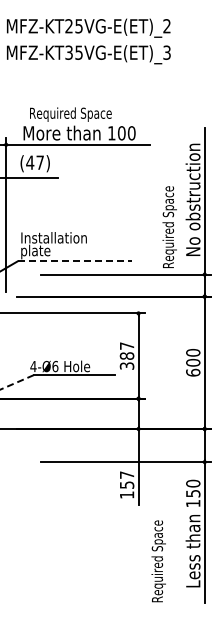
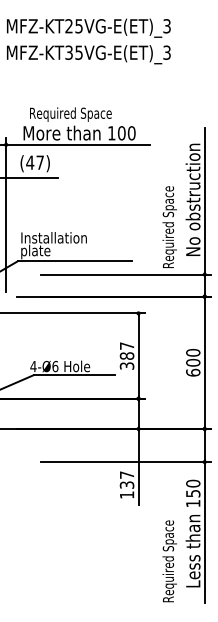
text at (166, 26): MFZ-KT25VG-E(ET)_2 -> MFZ-KT25VG-E(ET)_3
line at (75, 261): dashed -> solid
line at (16, 382): dashed -> solid
text at (126, 484): 157 -> 137
text at (158, 561) position: (158, 561) -> (169, 561)
